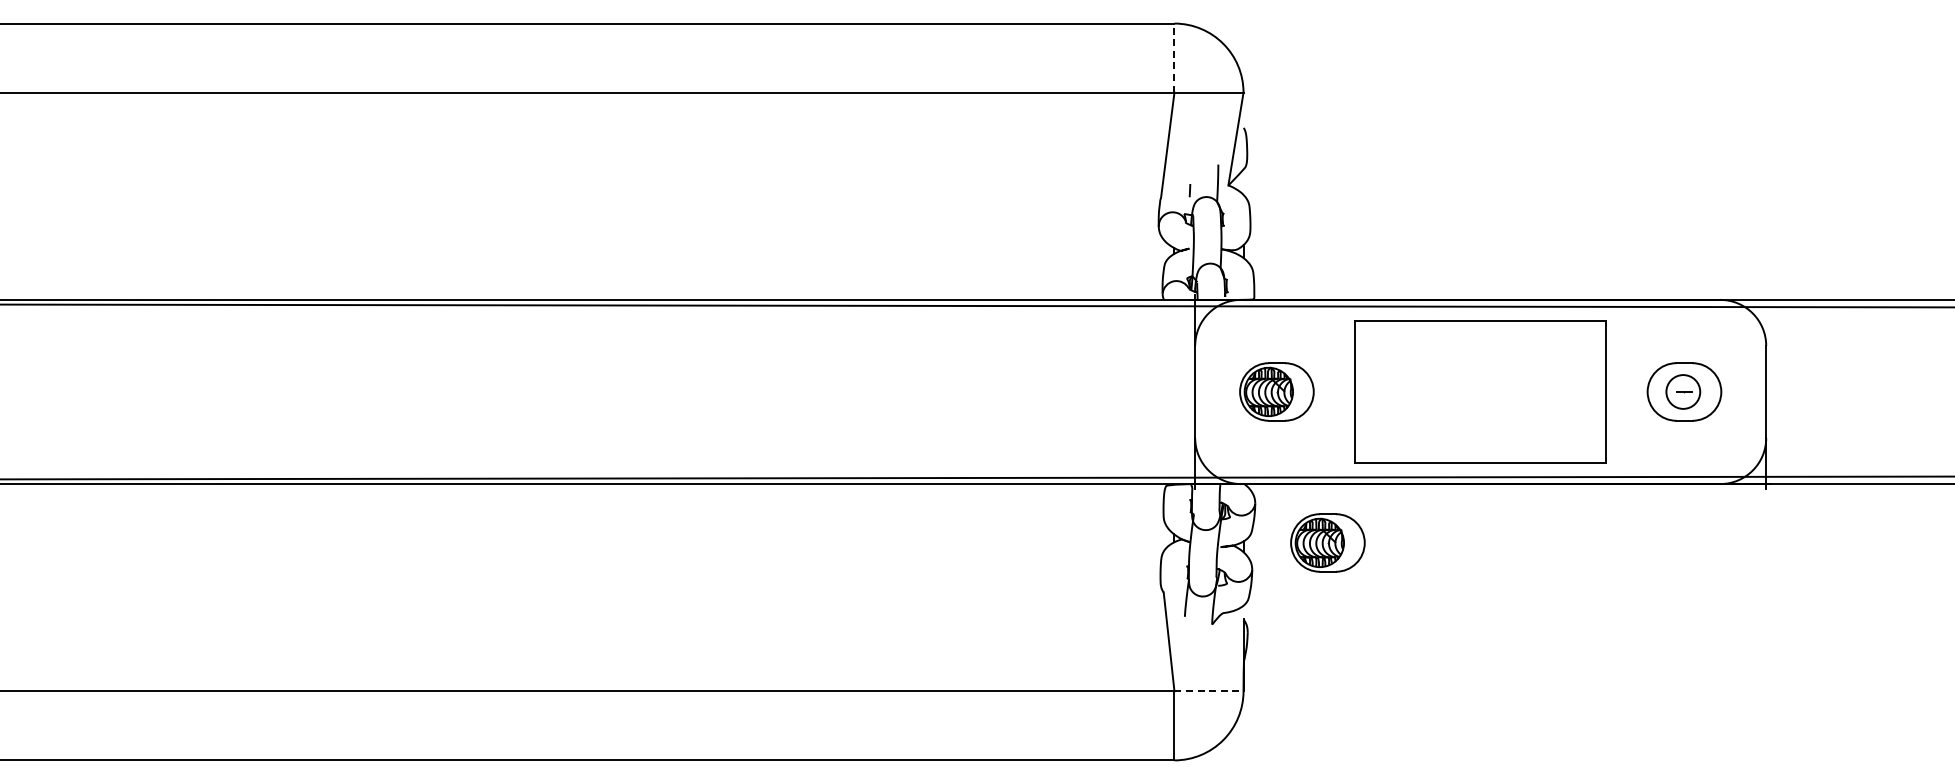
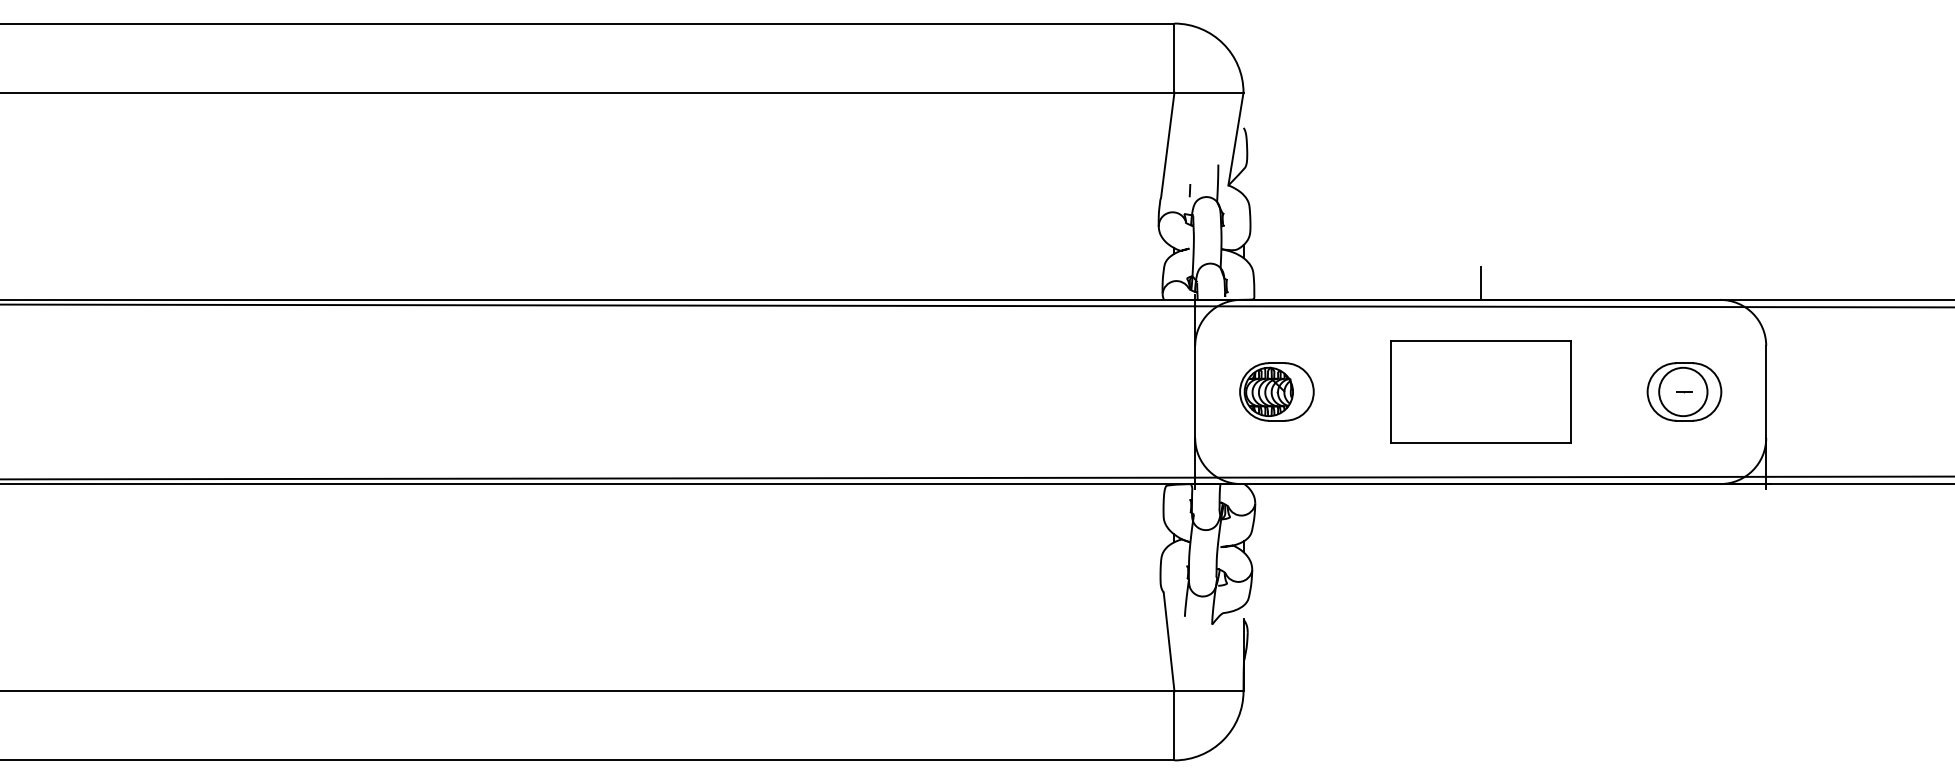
line at (1174, 58): dashed -> solid
line at (1480, 283): none -> present
part at (1480, 391) size: 253x144 px -> 182x104 px
circle at (1683, 391) diameter: 34 px -> 48 px
part at (1327, 542): present -> none
line at (1209, 691): dashed -> solid
